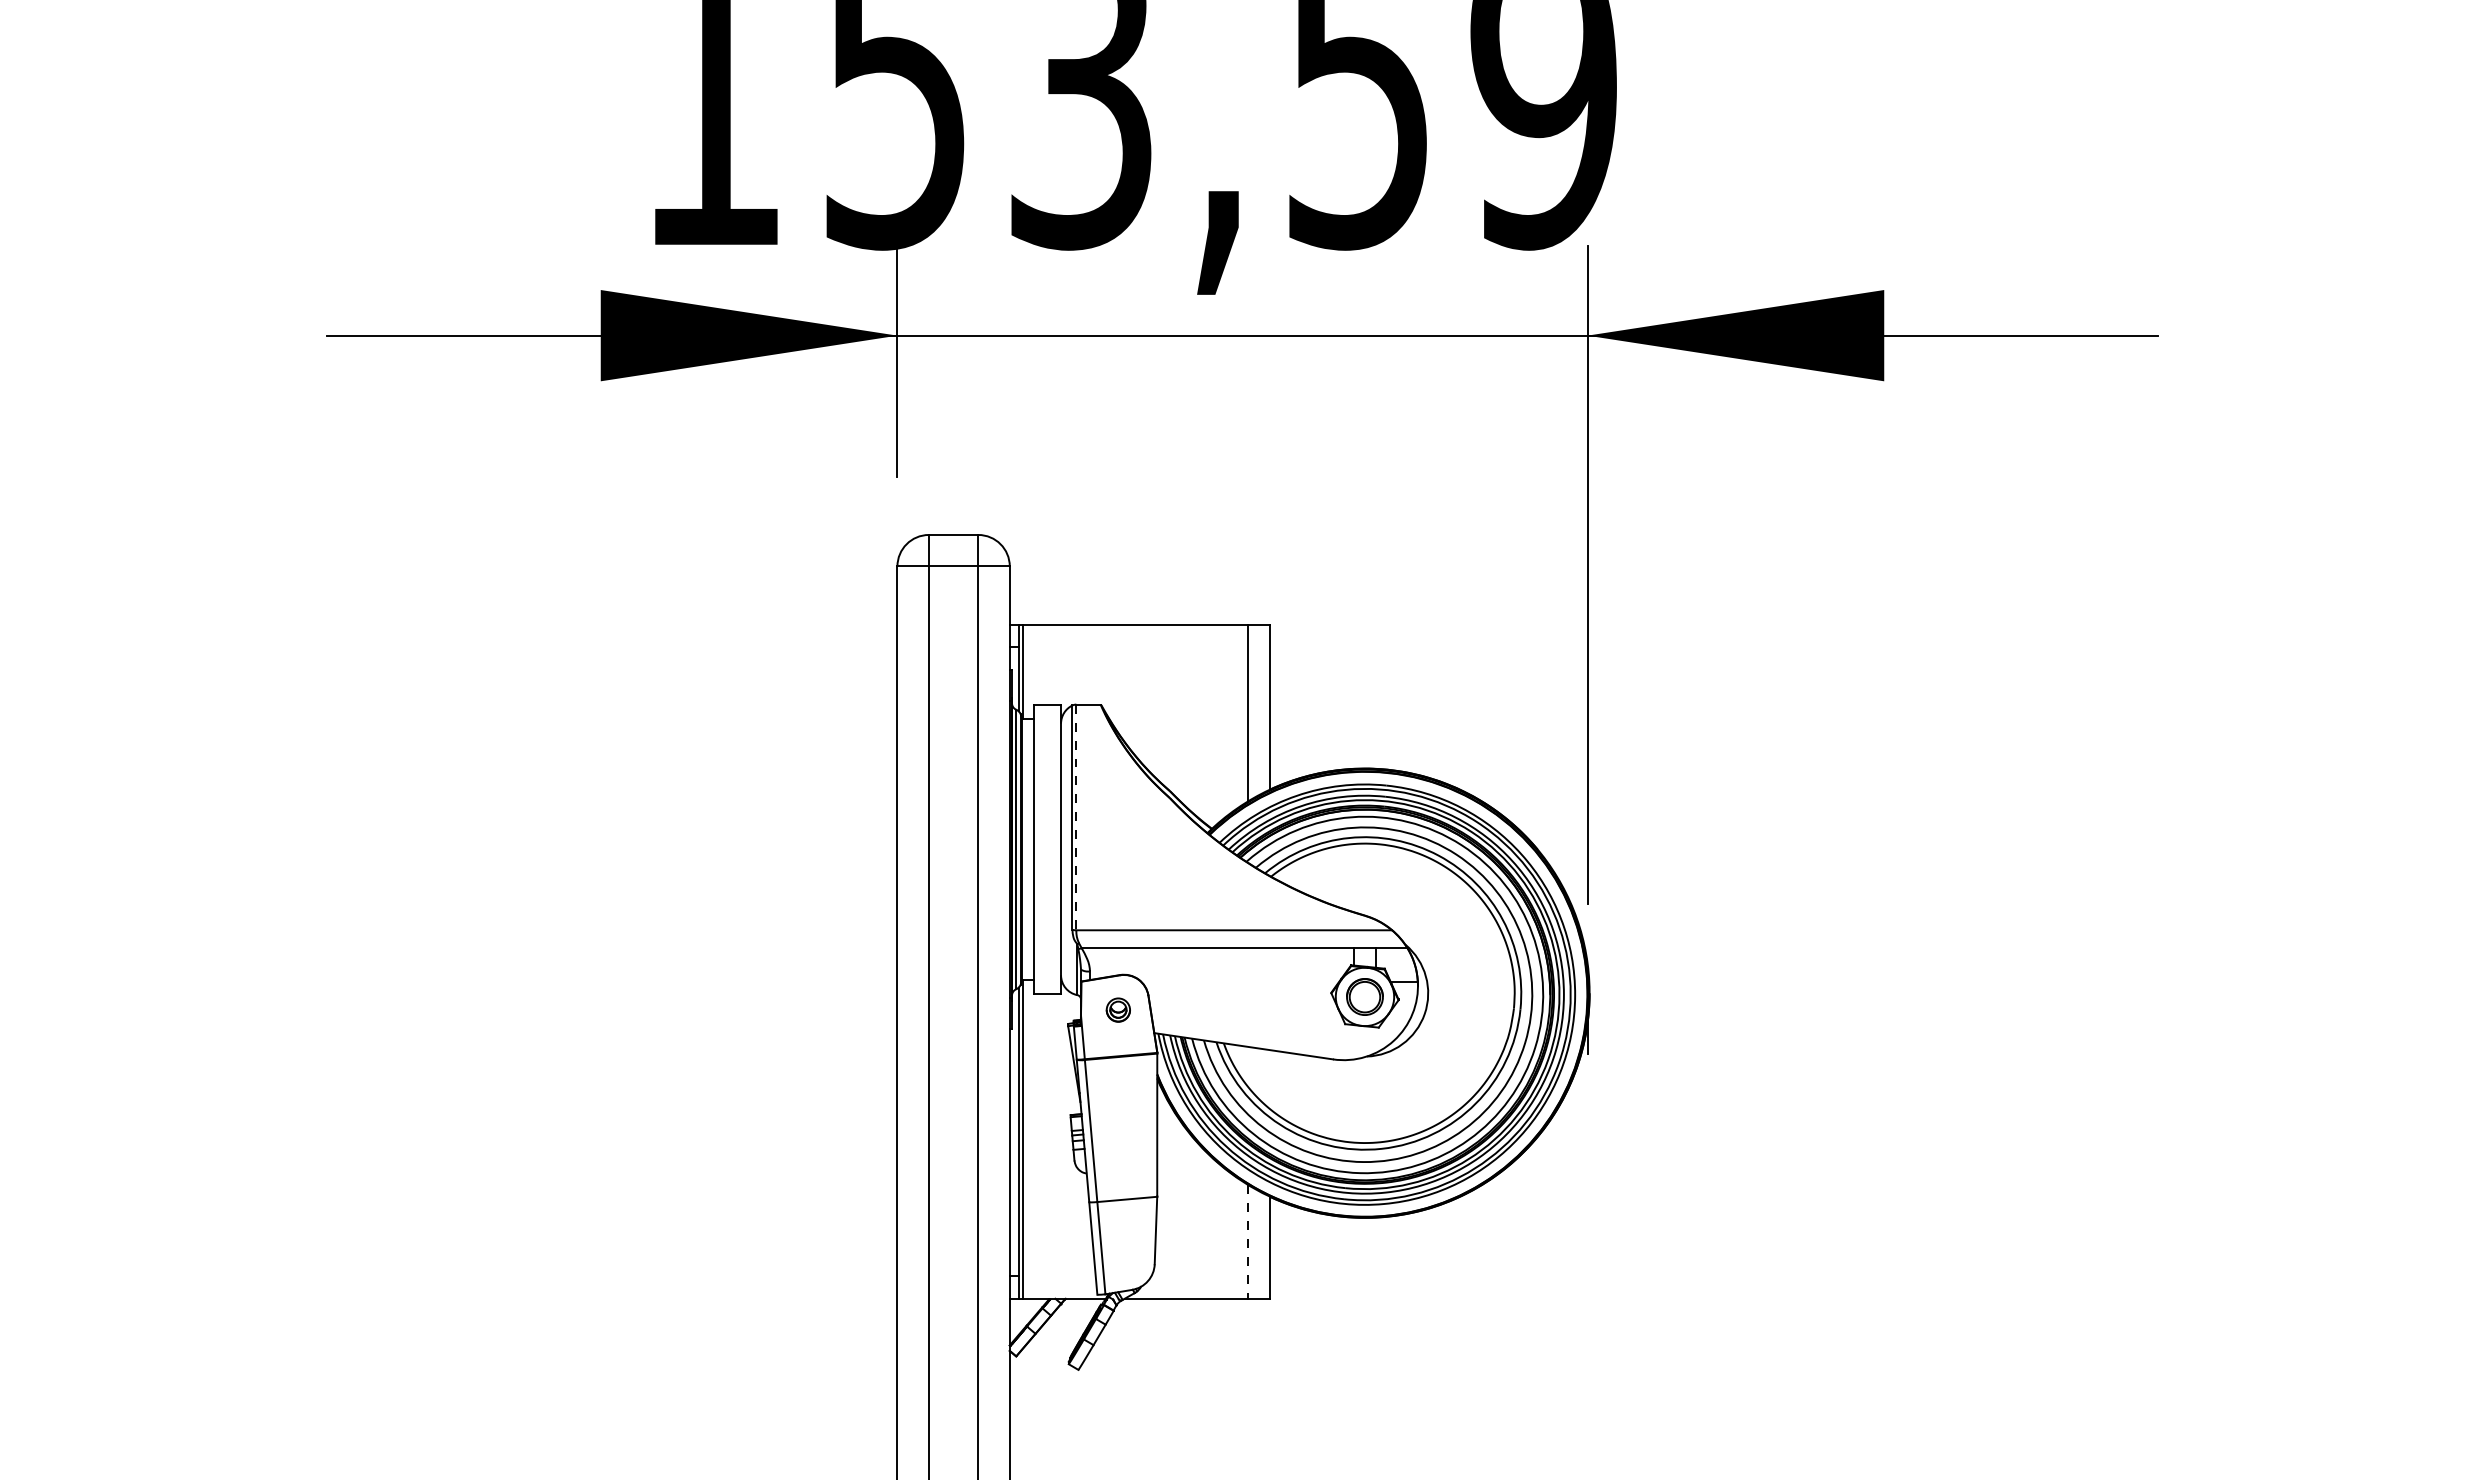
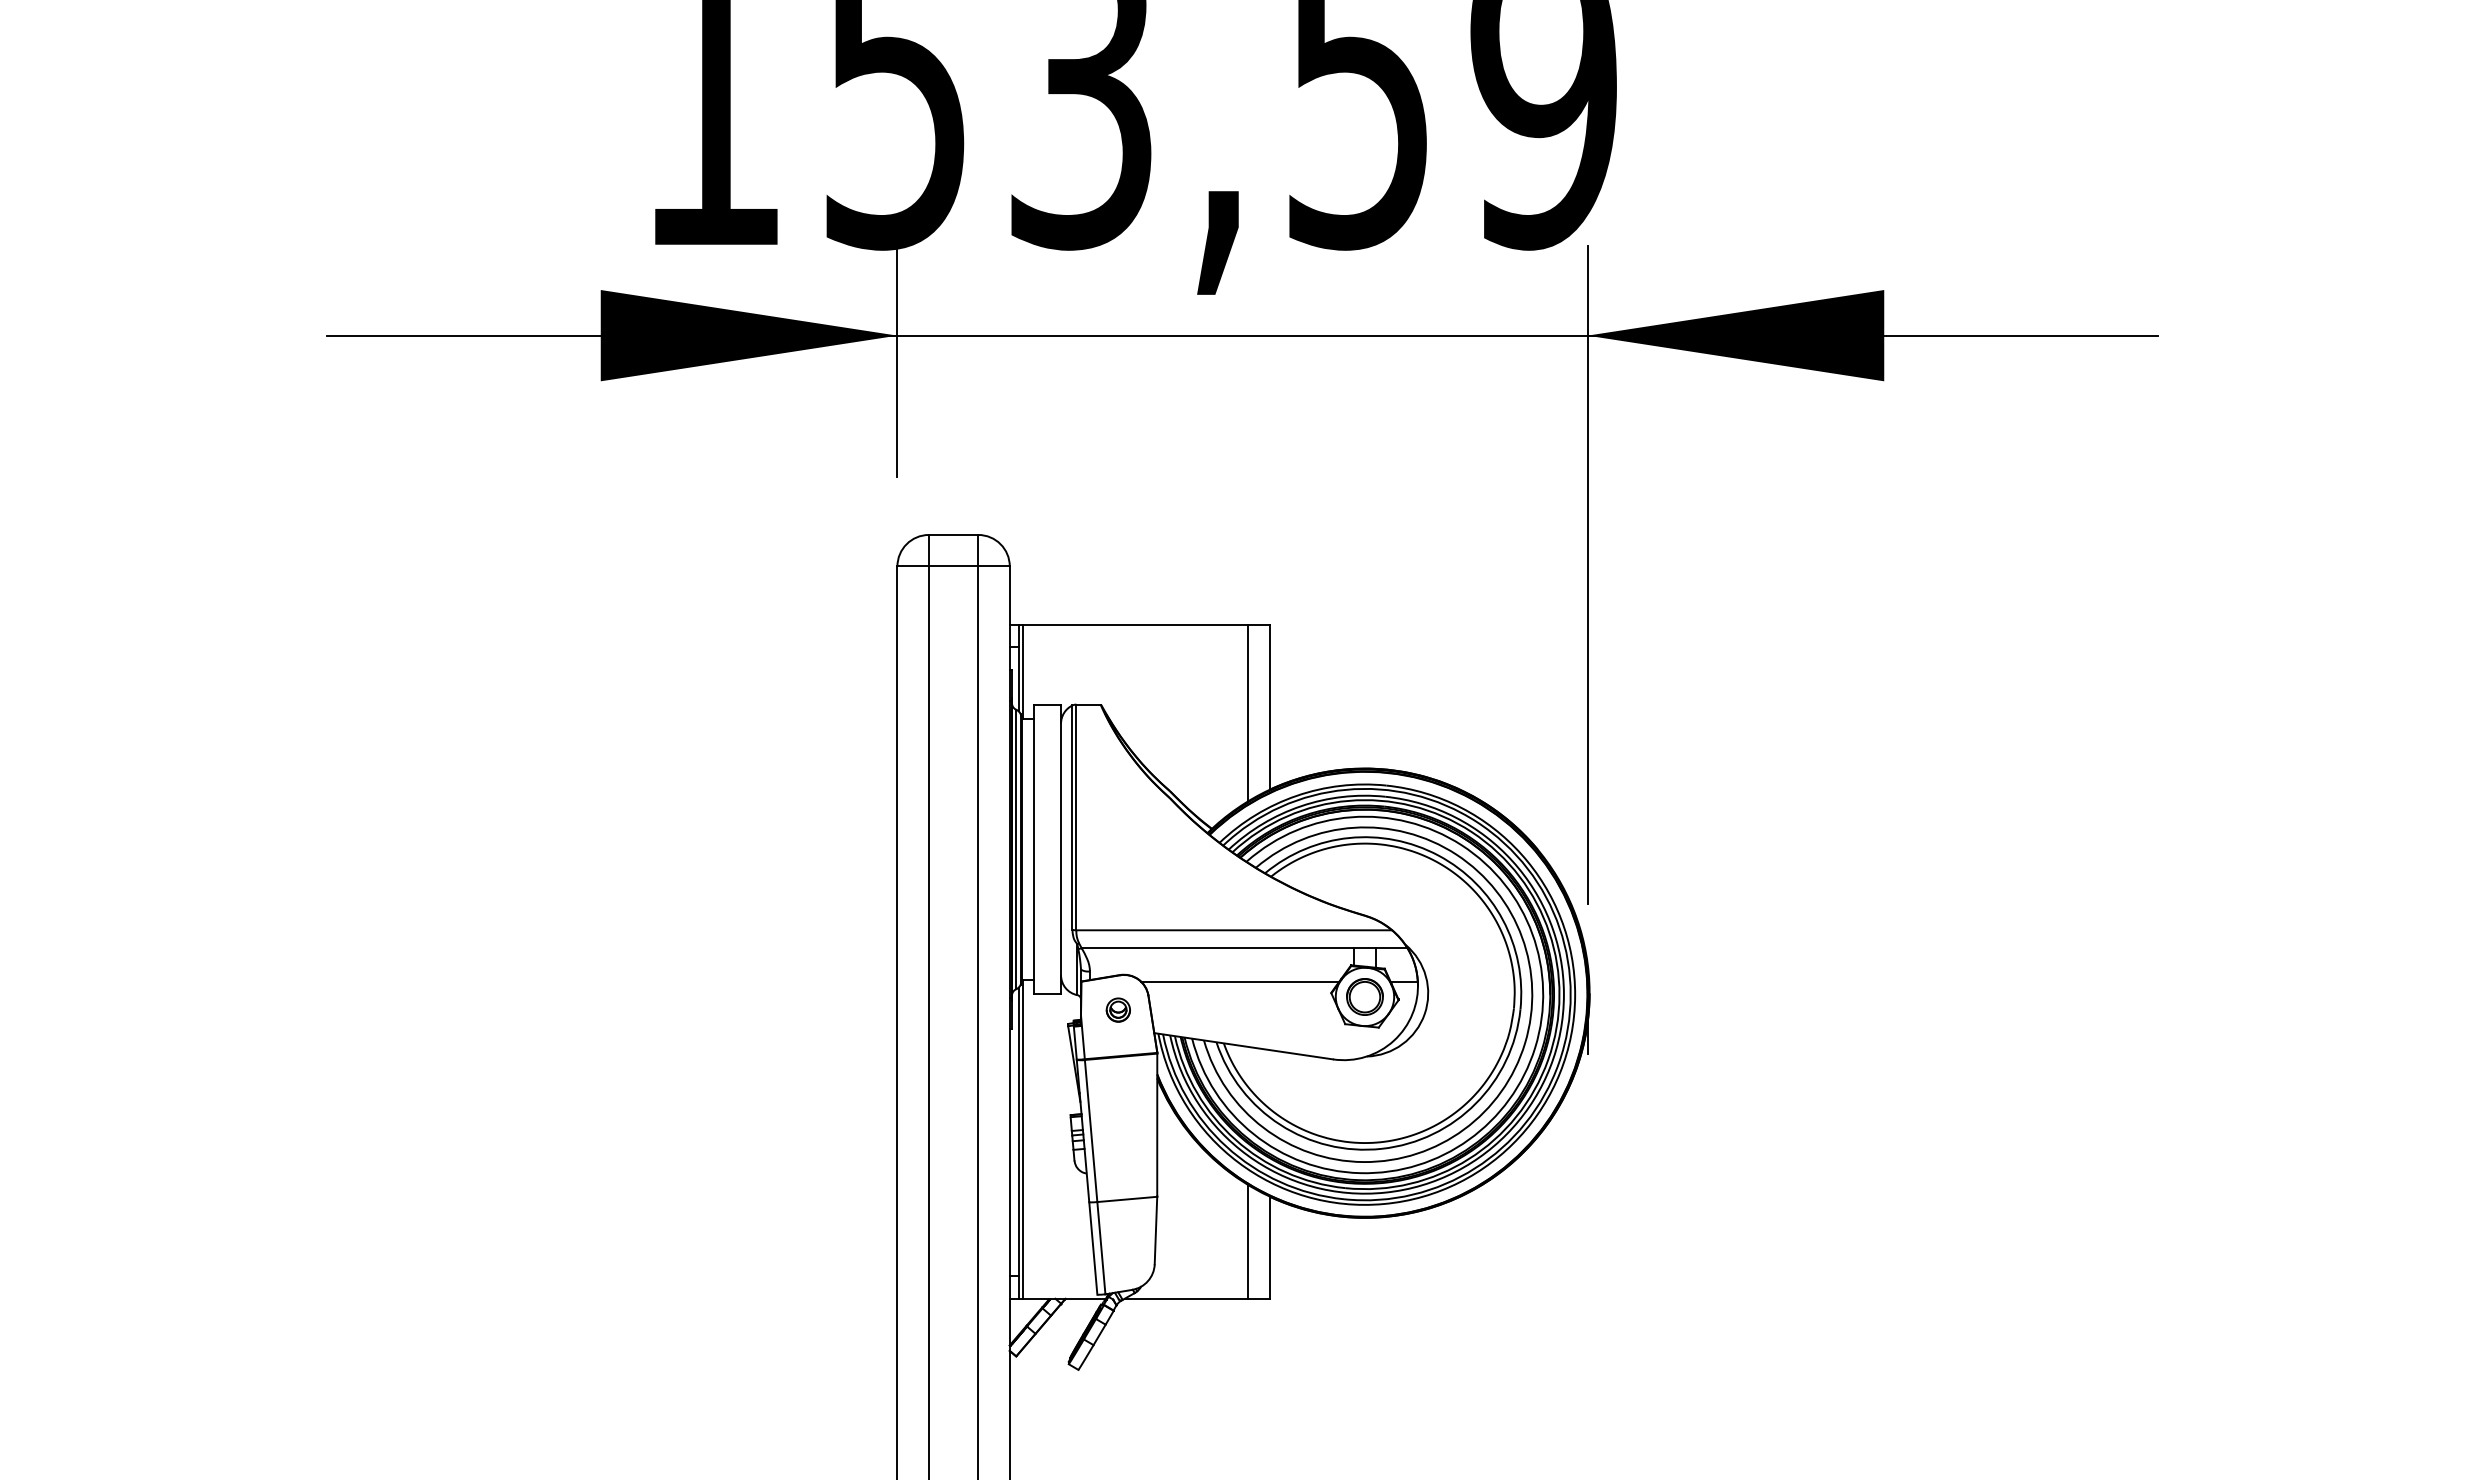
line at (1076, 817): dashed -> solid
line at (1240, 981): none -> present
line at (1247, 1241): dashed -> solid
